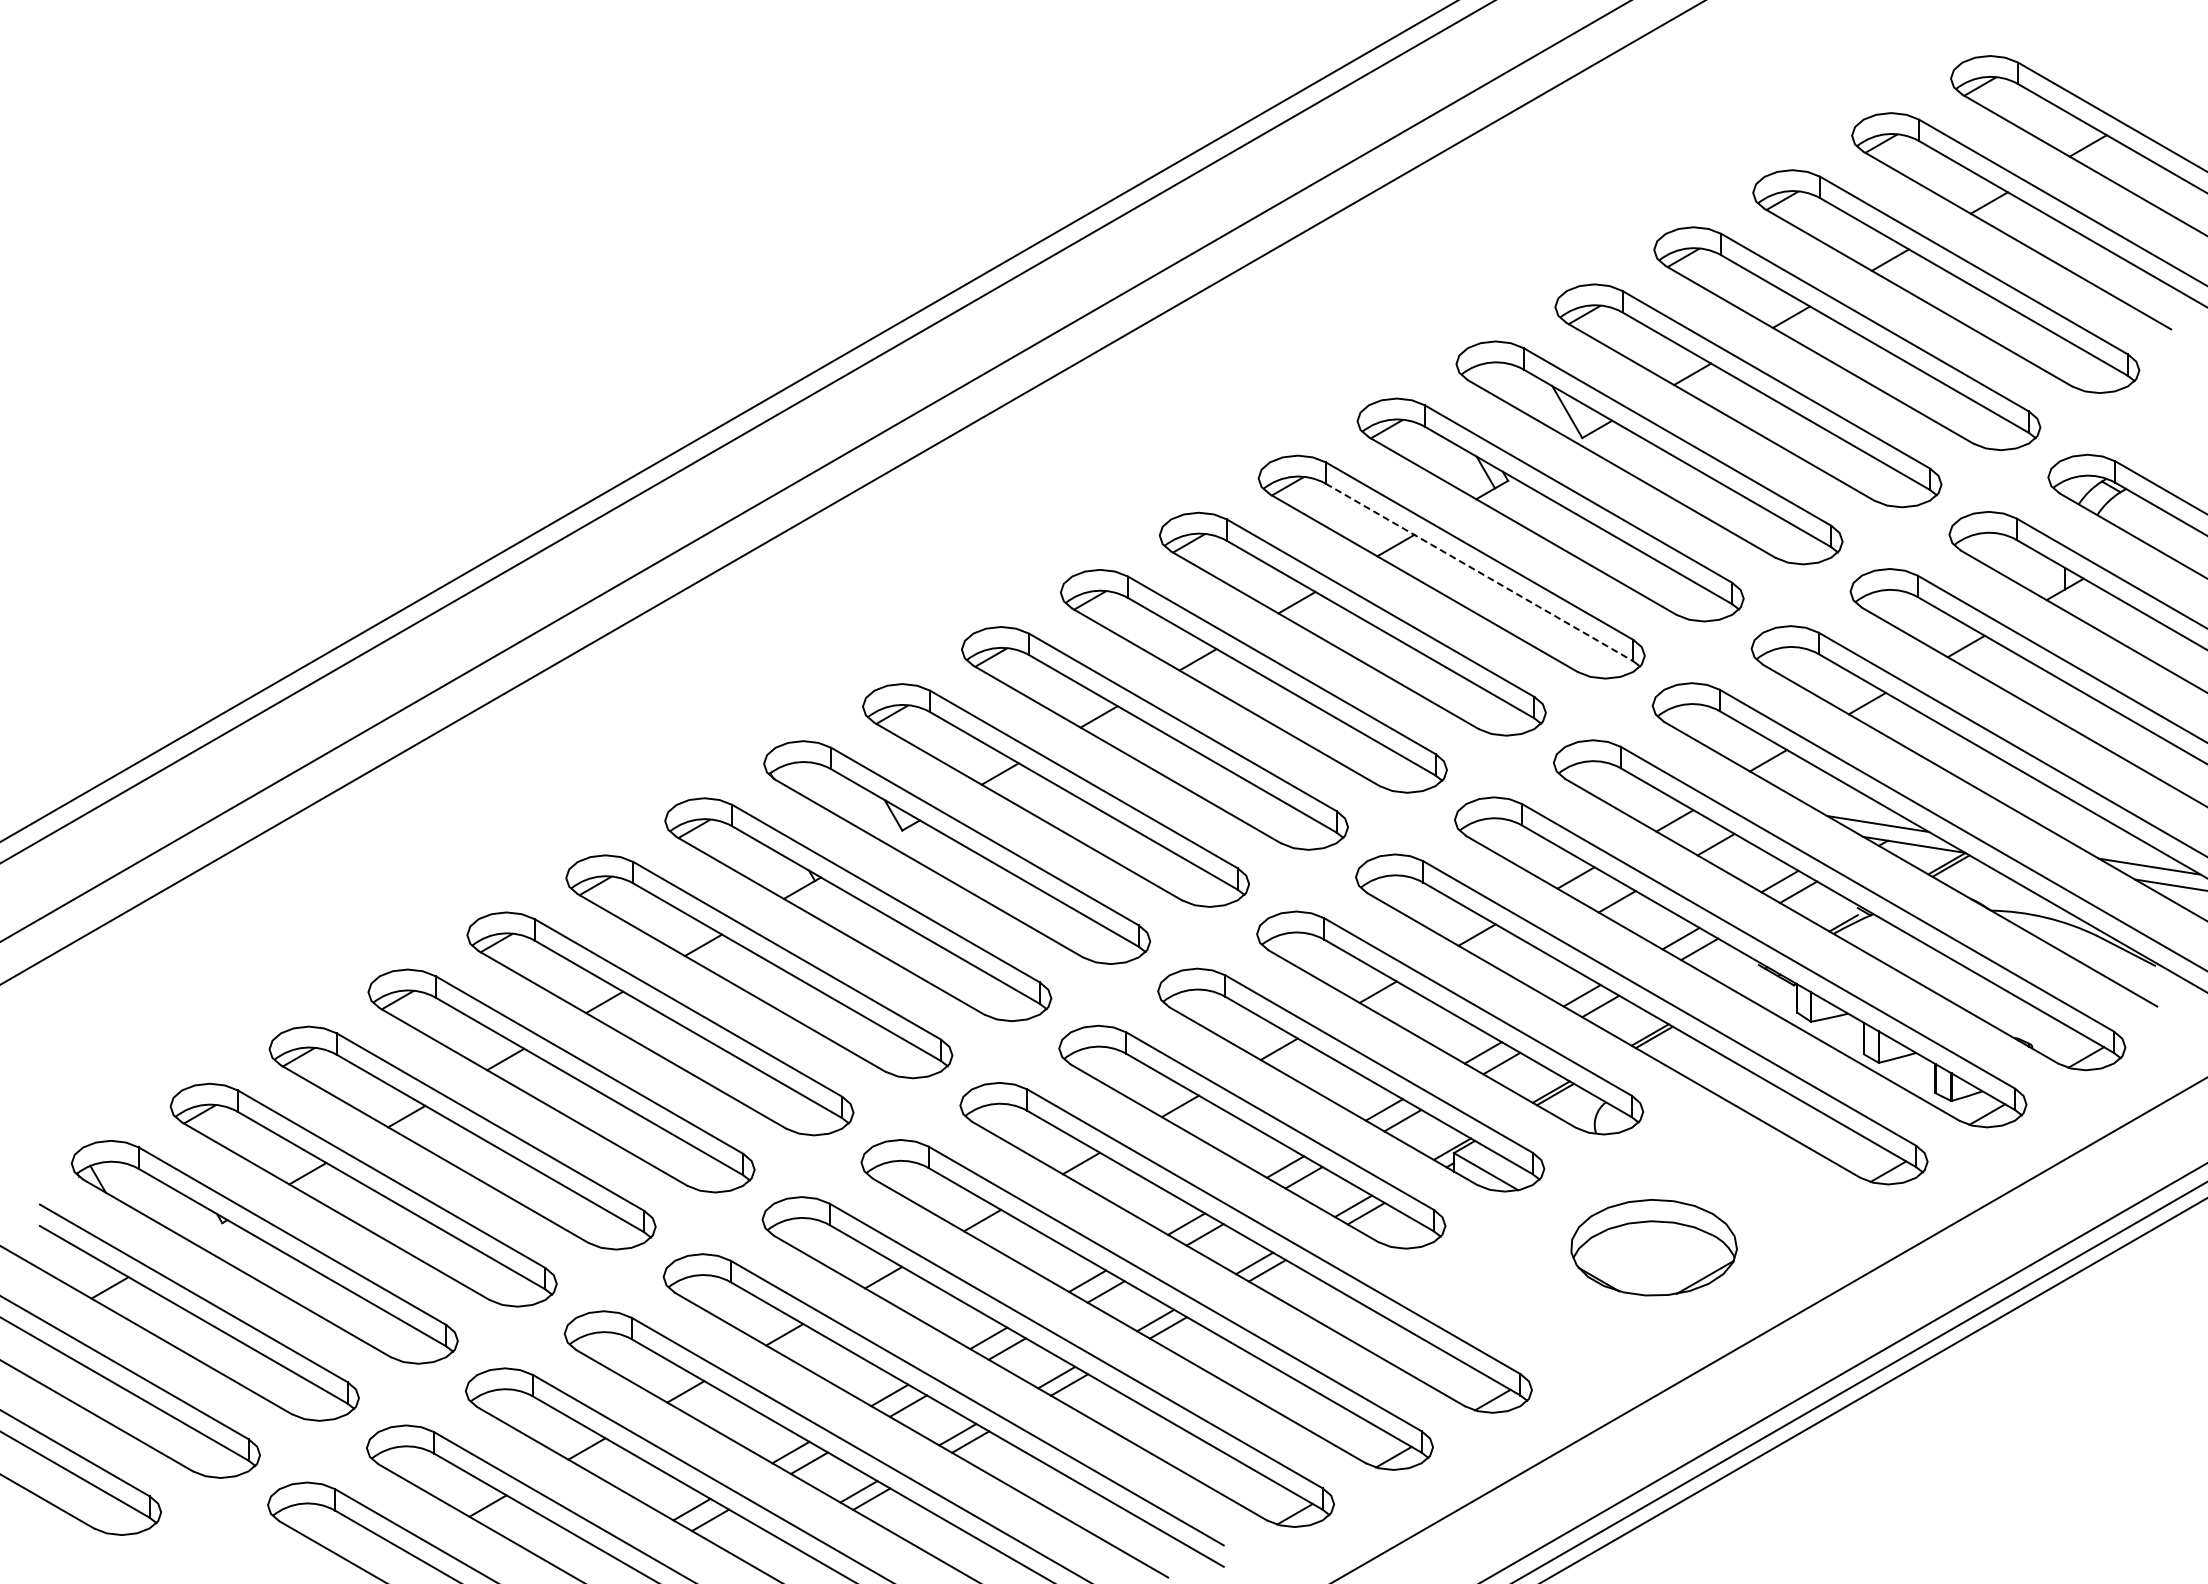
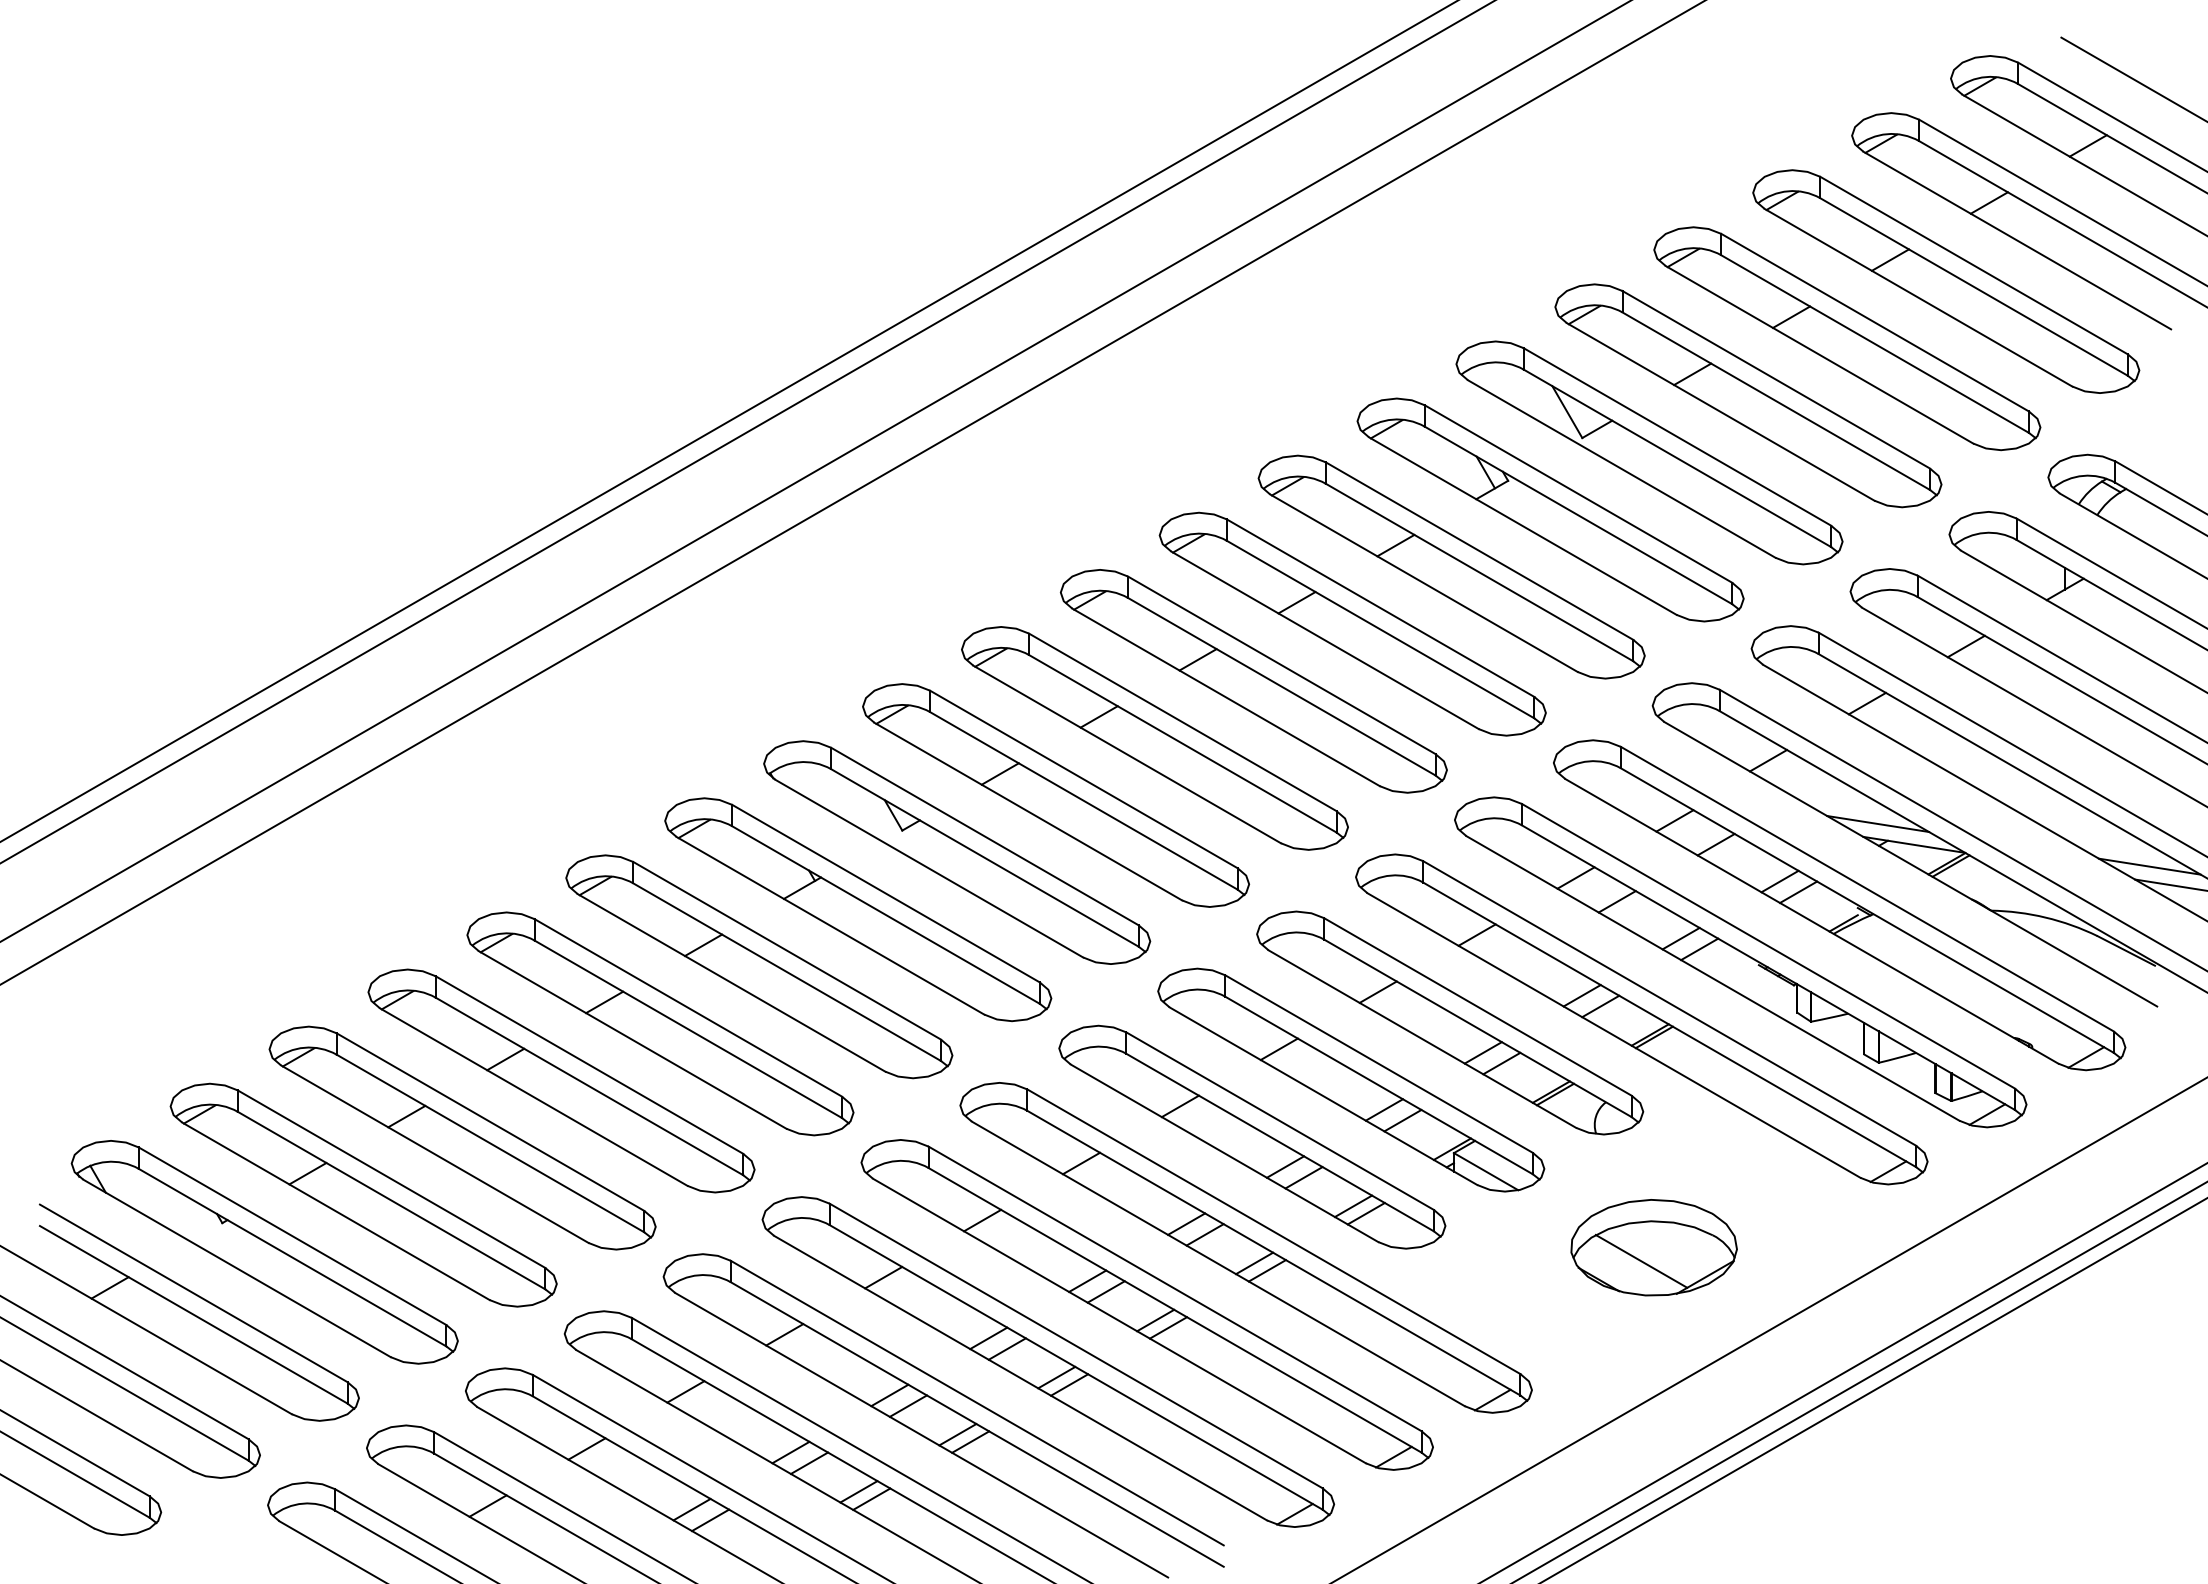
line at (2132, 78): none -> present
line at (1479, 572): dashed -> solid
line at (1641, 1260): none -> present
